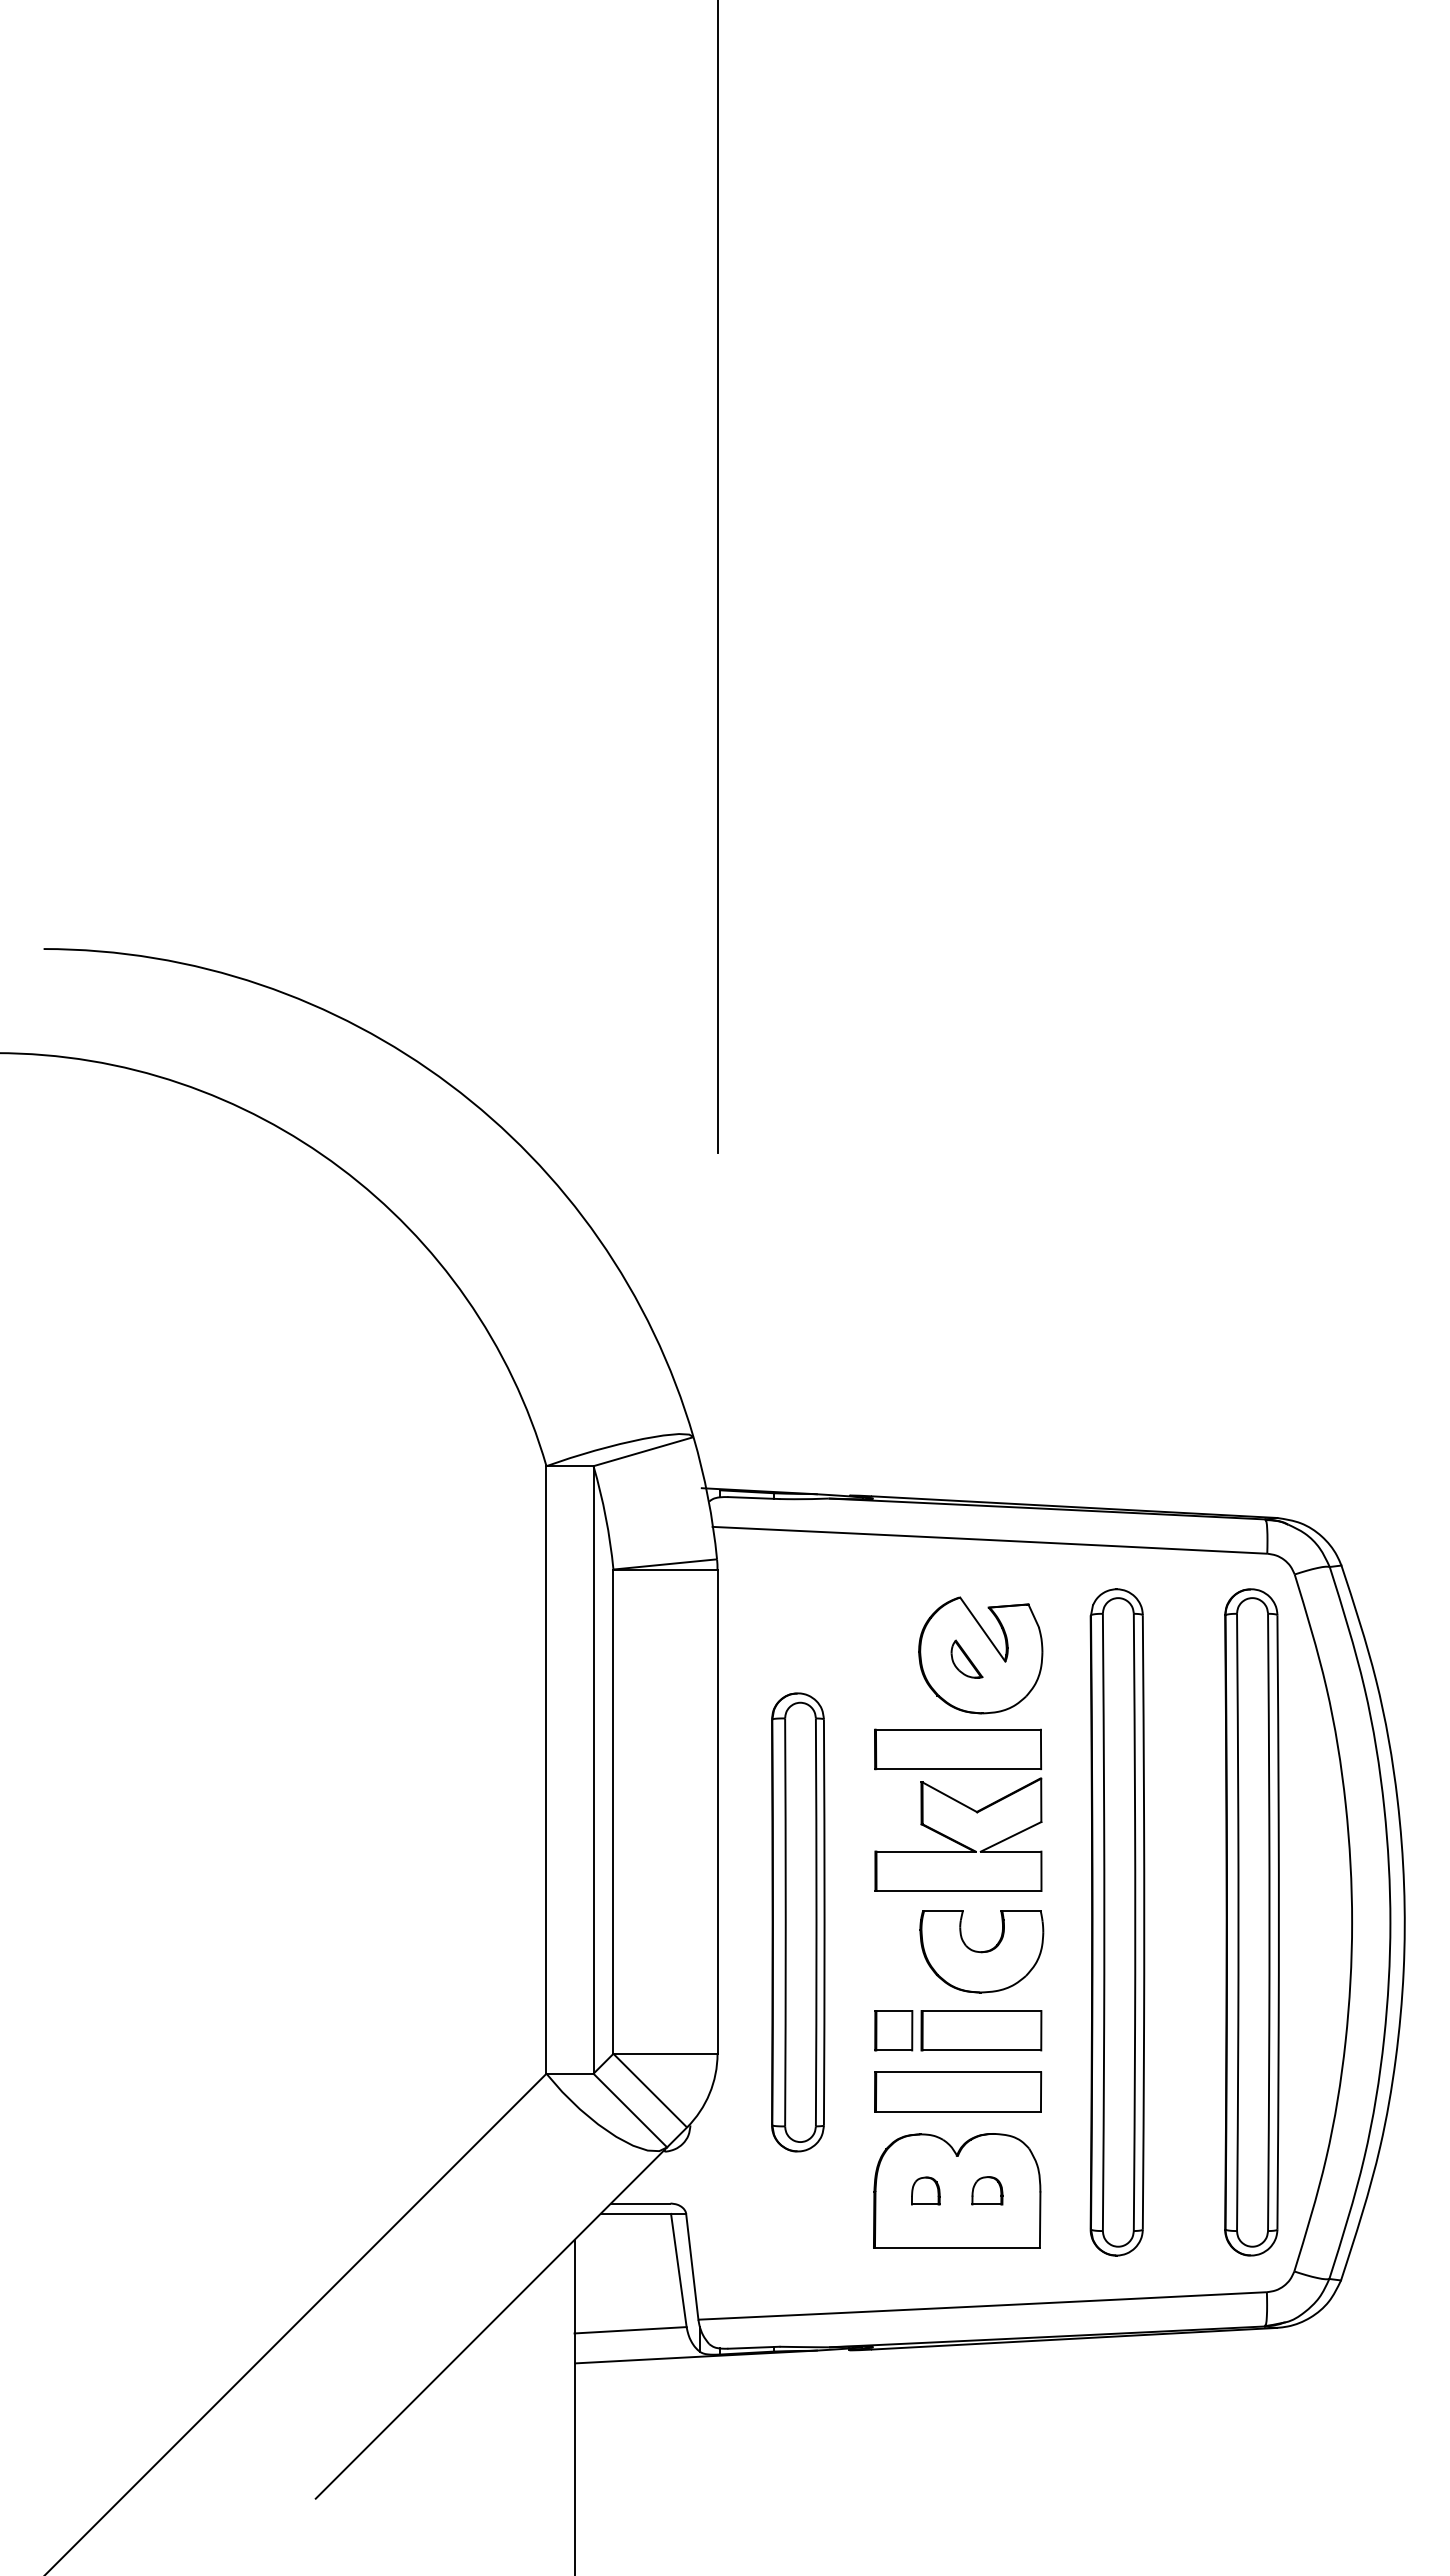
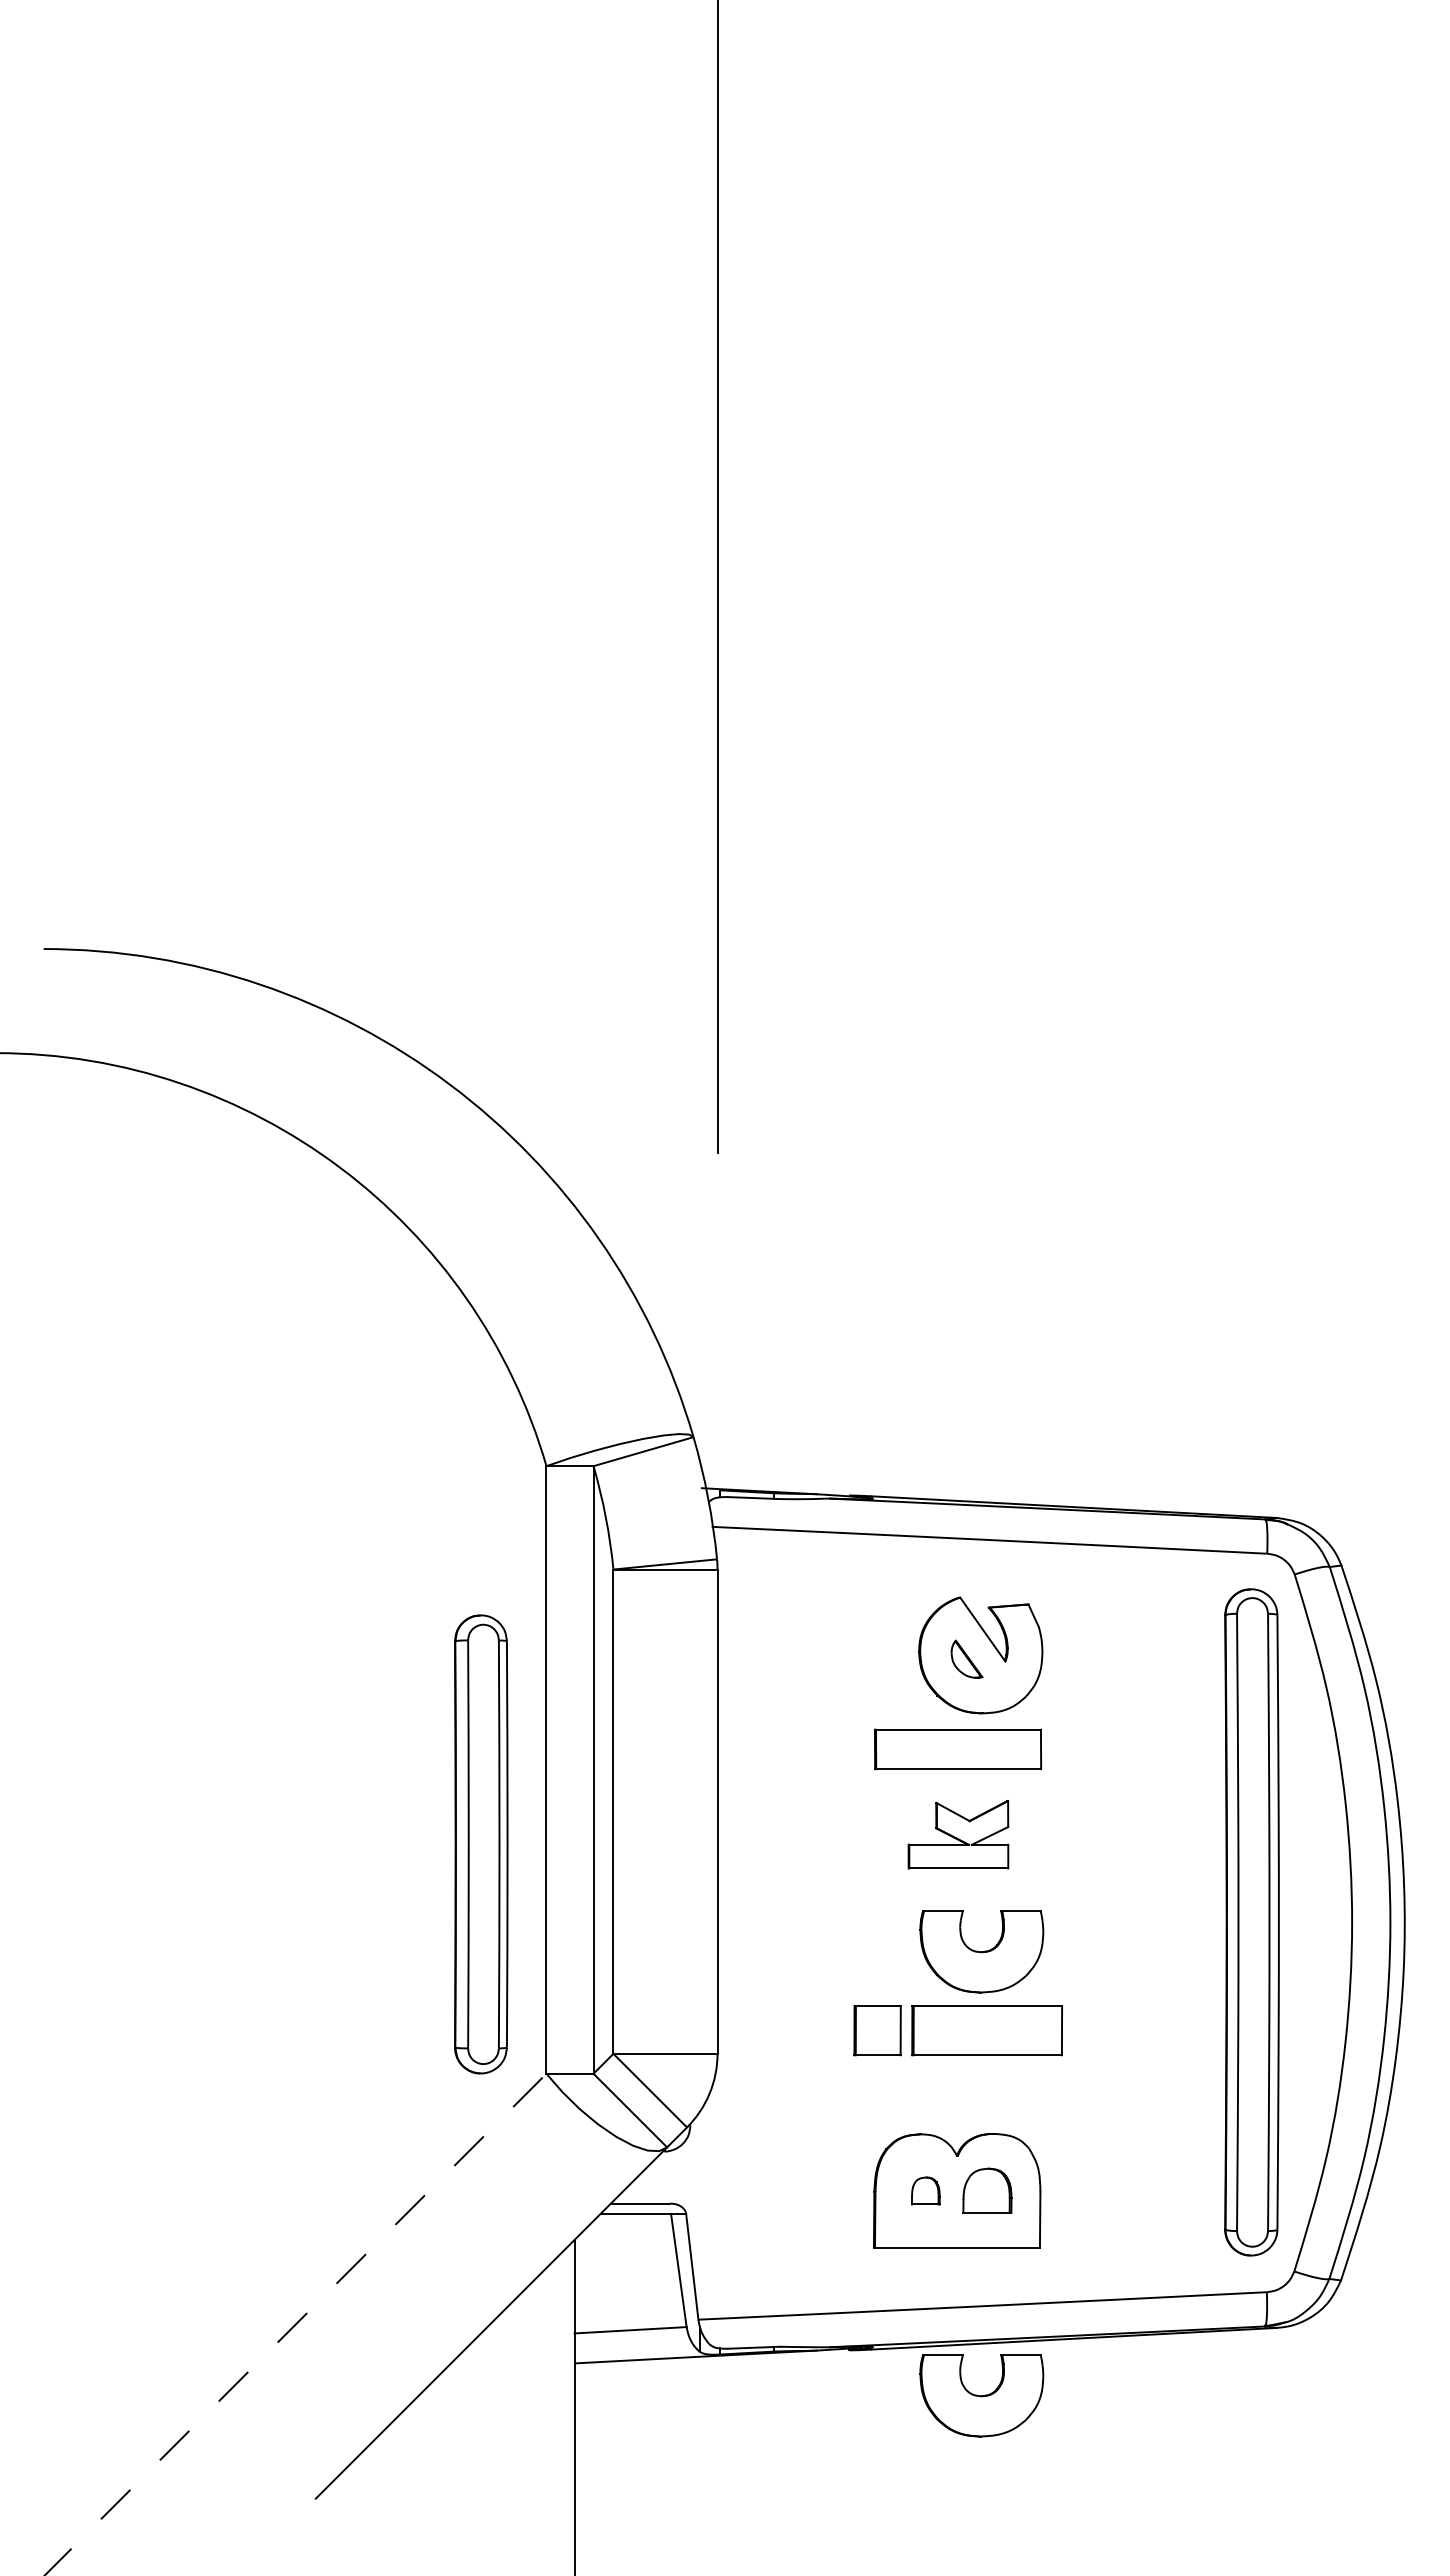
part at (958, 1834) size: 169x115 px -> 103x70 px
part at (798, 1922) position: (798, 1922) -> (481, 1844)
part at (1117, 1922): present -> none
part at (958, 2030) size: 169x42 px -> 210x52 px
part at (958, 2091): present -> none
part at (987, 2190) size: 33x30 px -> 51x47 px
line at (295, 2324): solid -> dashed
part at (981, 2395): none -> present
